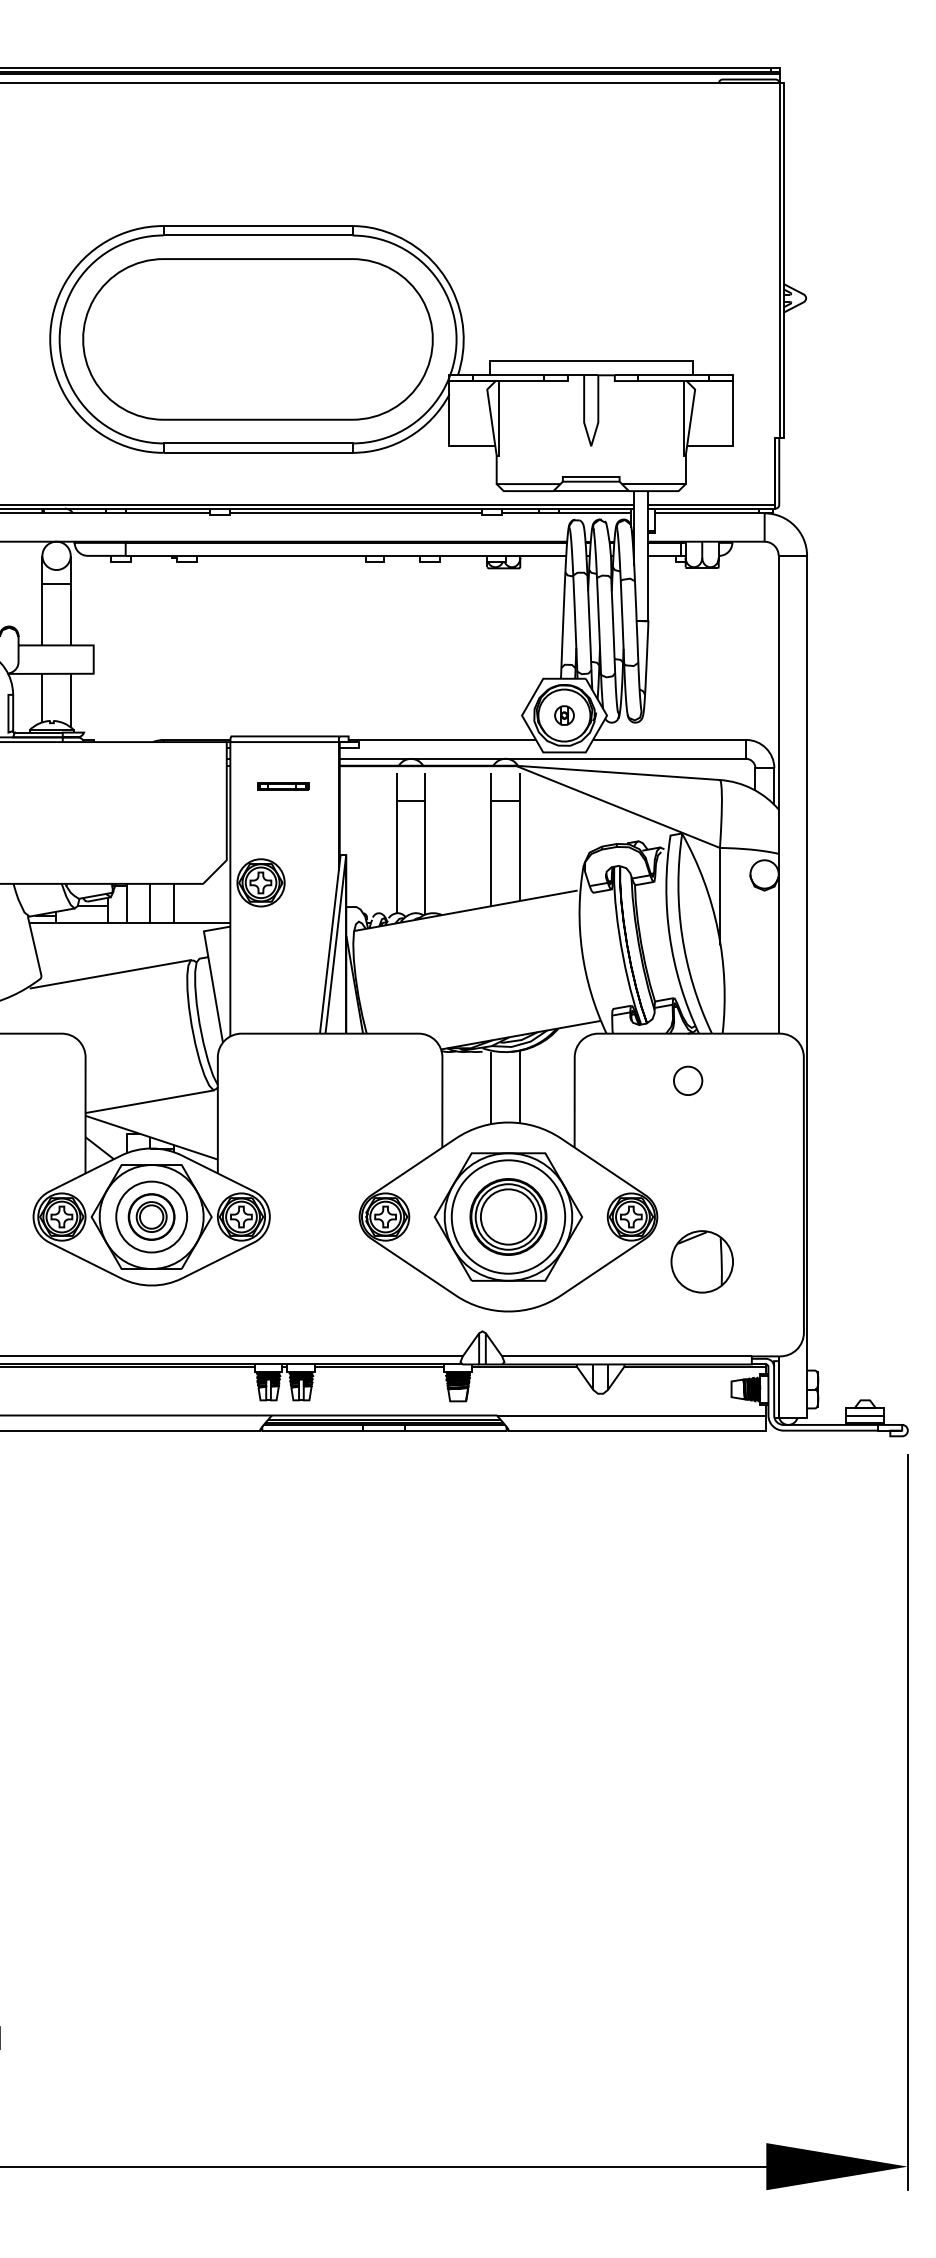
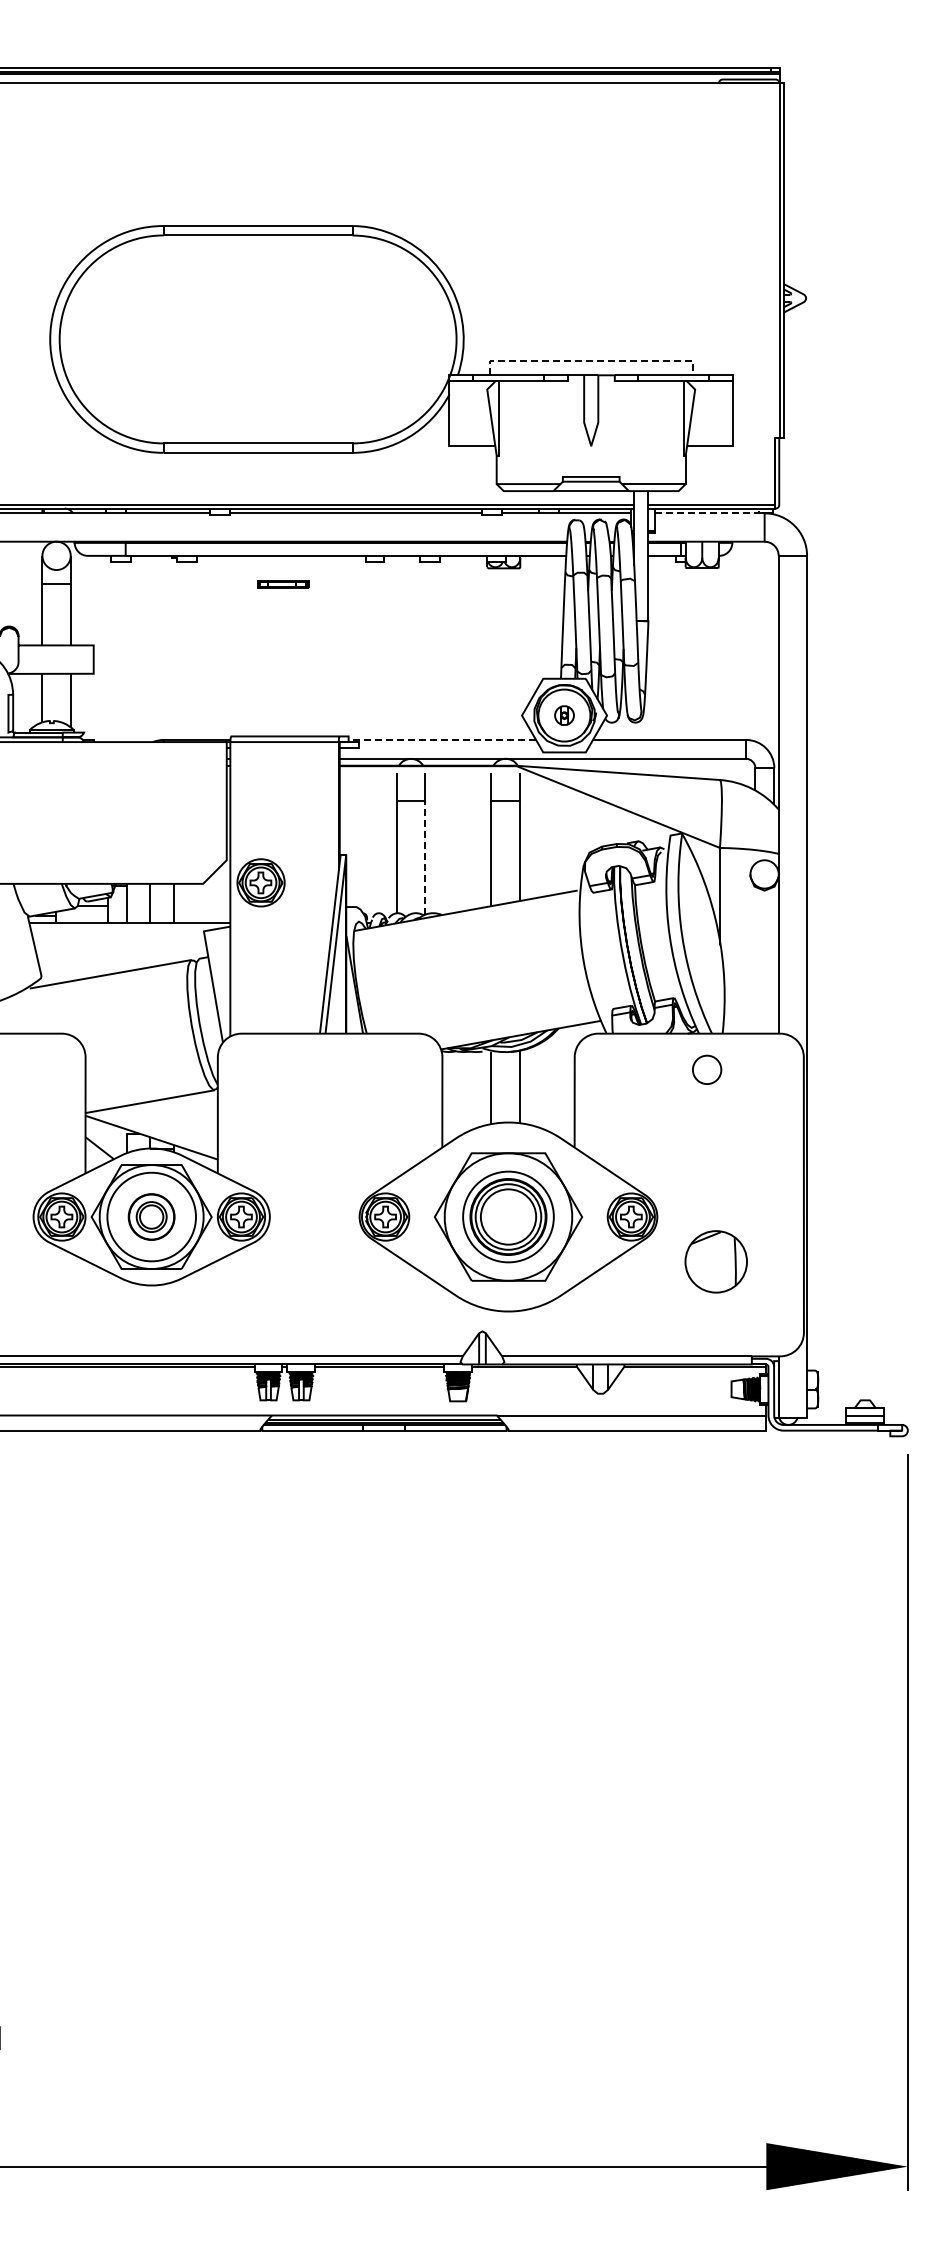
part at (257, 339): present -> none
line at (591, 361): solid -> dashed
line at (709, 513): solid -> dashed
line at (442, 739): solid -> dashed
part at (283, 786) position: (283, 786) -> (283, 584)
line at (425, 858): solid -> dashed
circle at (688, 1080) position: (688, 1080) -> (707, 1069)
circle at (151, 1216) diameter: 71 px -> 89 px
circle at (508, 1216) diameter: 113 px -> 91 px
part at (701, 1261) position: (701, 1261) -> (715, 1261)
